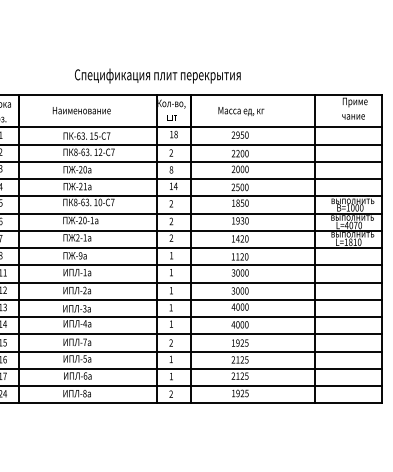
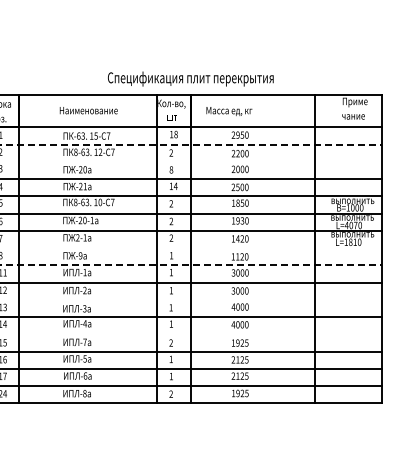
text at (157, 75) position: (157, 75) -> (190, 78)
text at (81, 110) position: (81, 110) -> (88, 110)
text at (241, 111) position: (241, 111) -> (229, 111)
line at (191, 144): solid -> dashed
line at (192, 161): present -> none
line at (192, 248): present -> none
line at (191, 265): solid -> dashed
line at (192, 299): present -> none
line at (192, 334): present -> none
